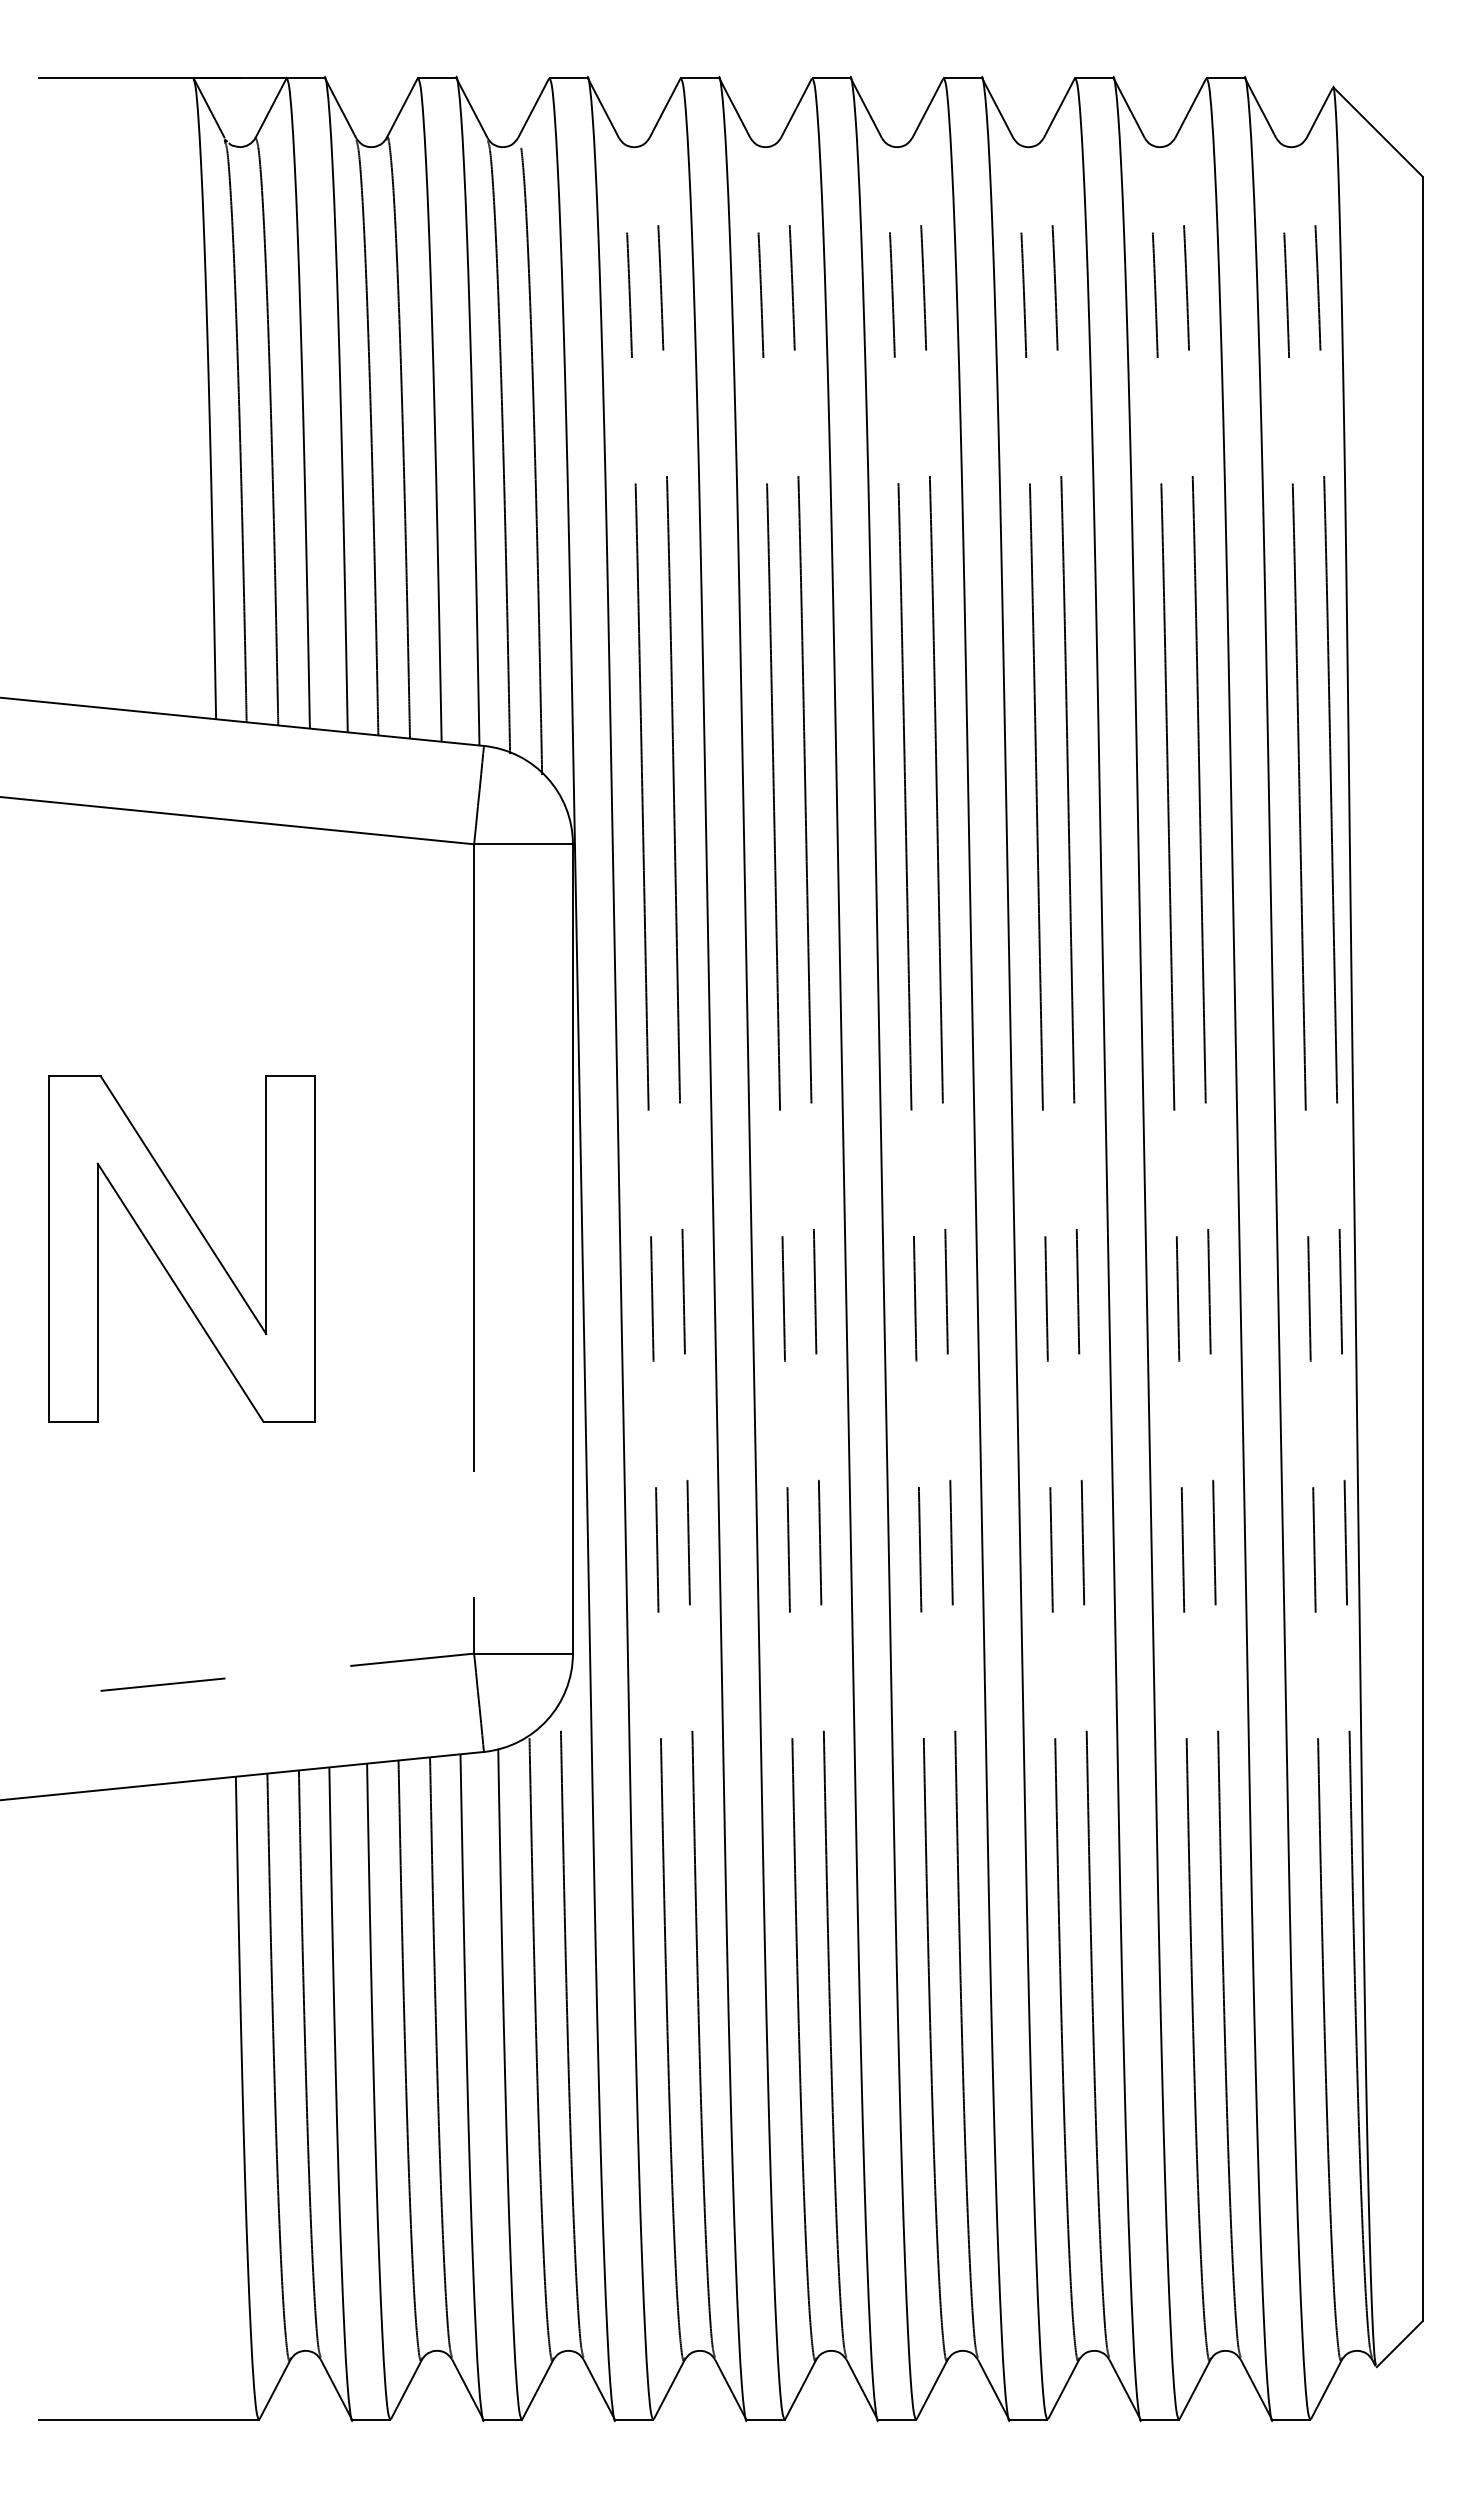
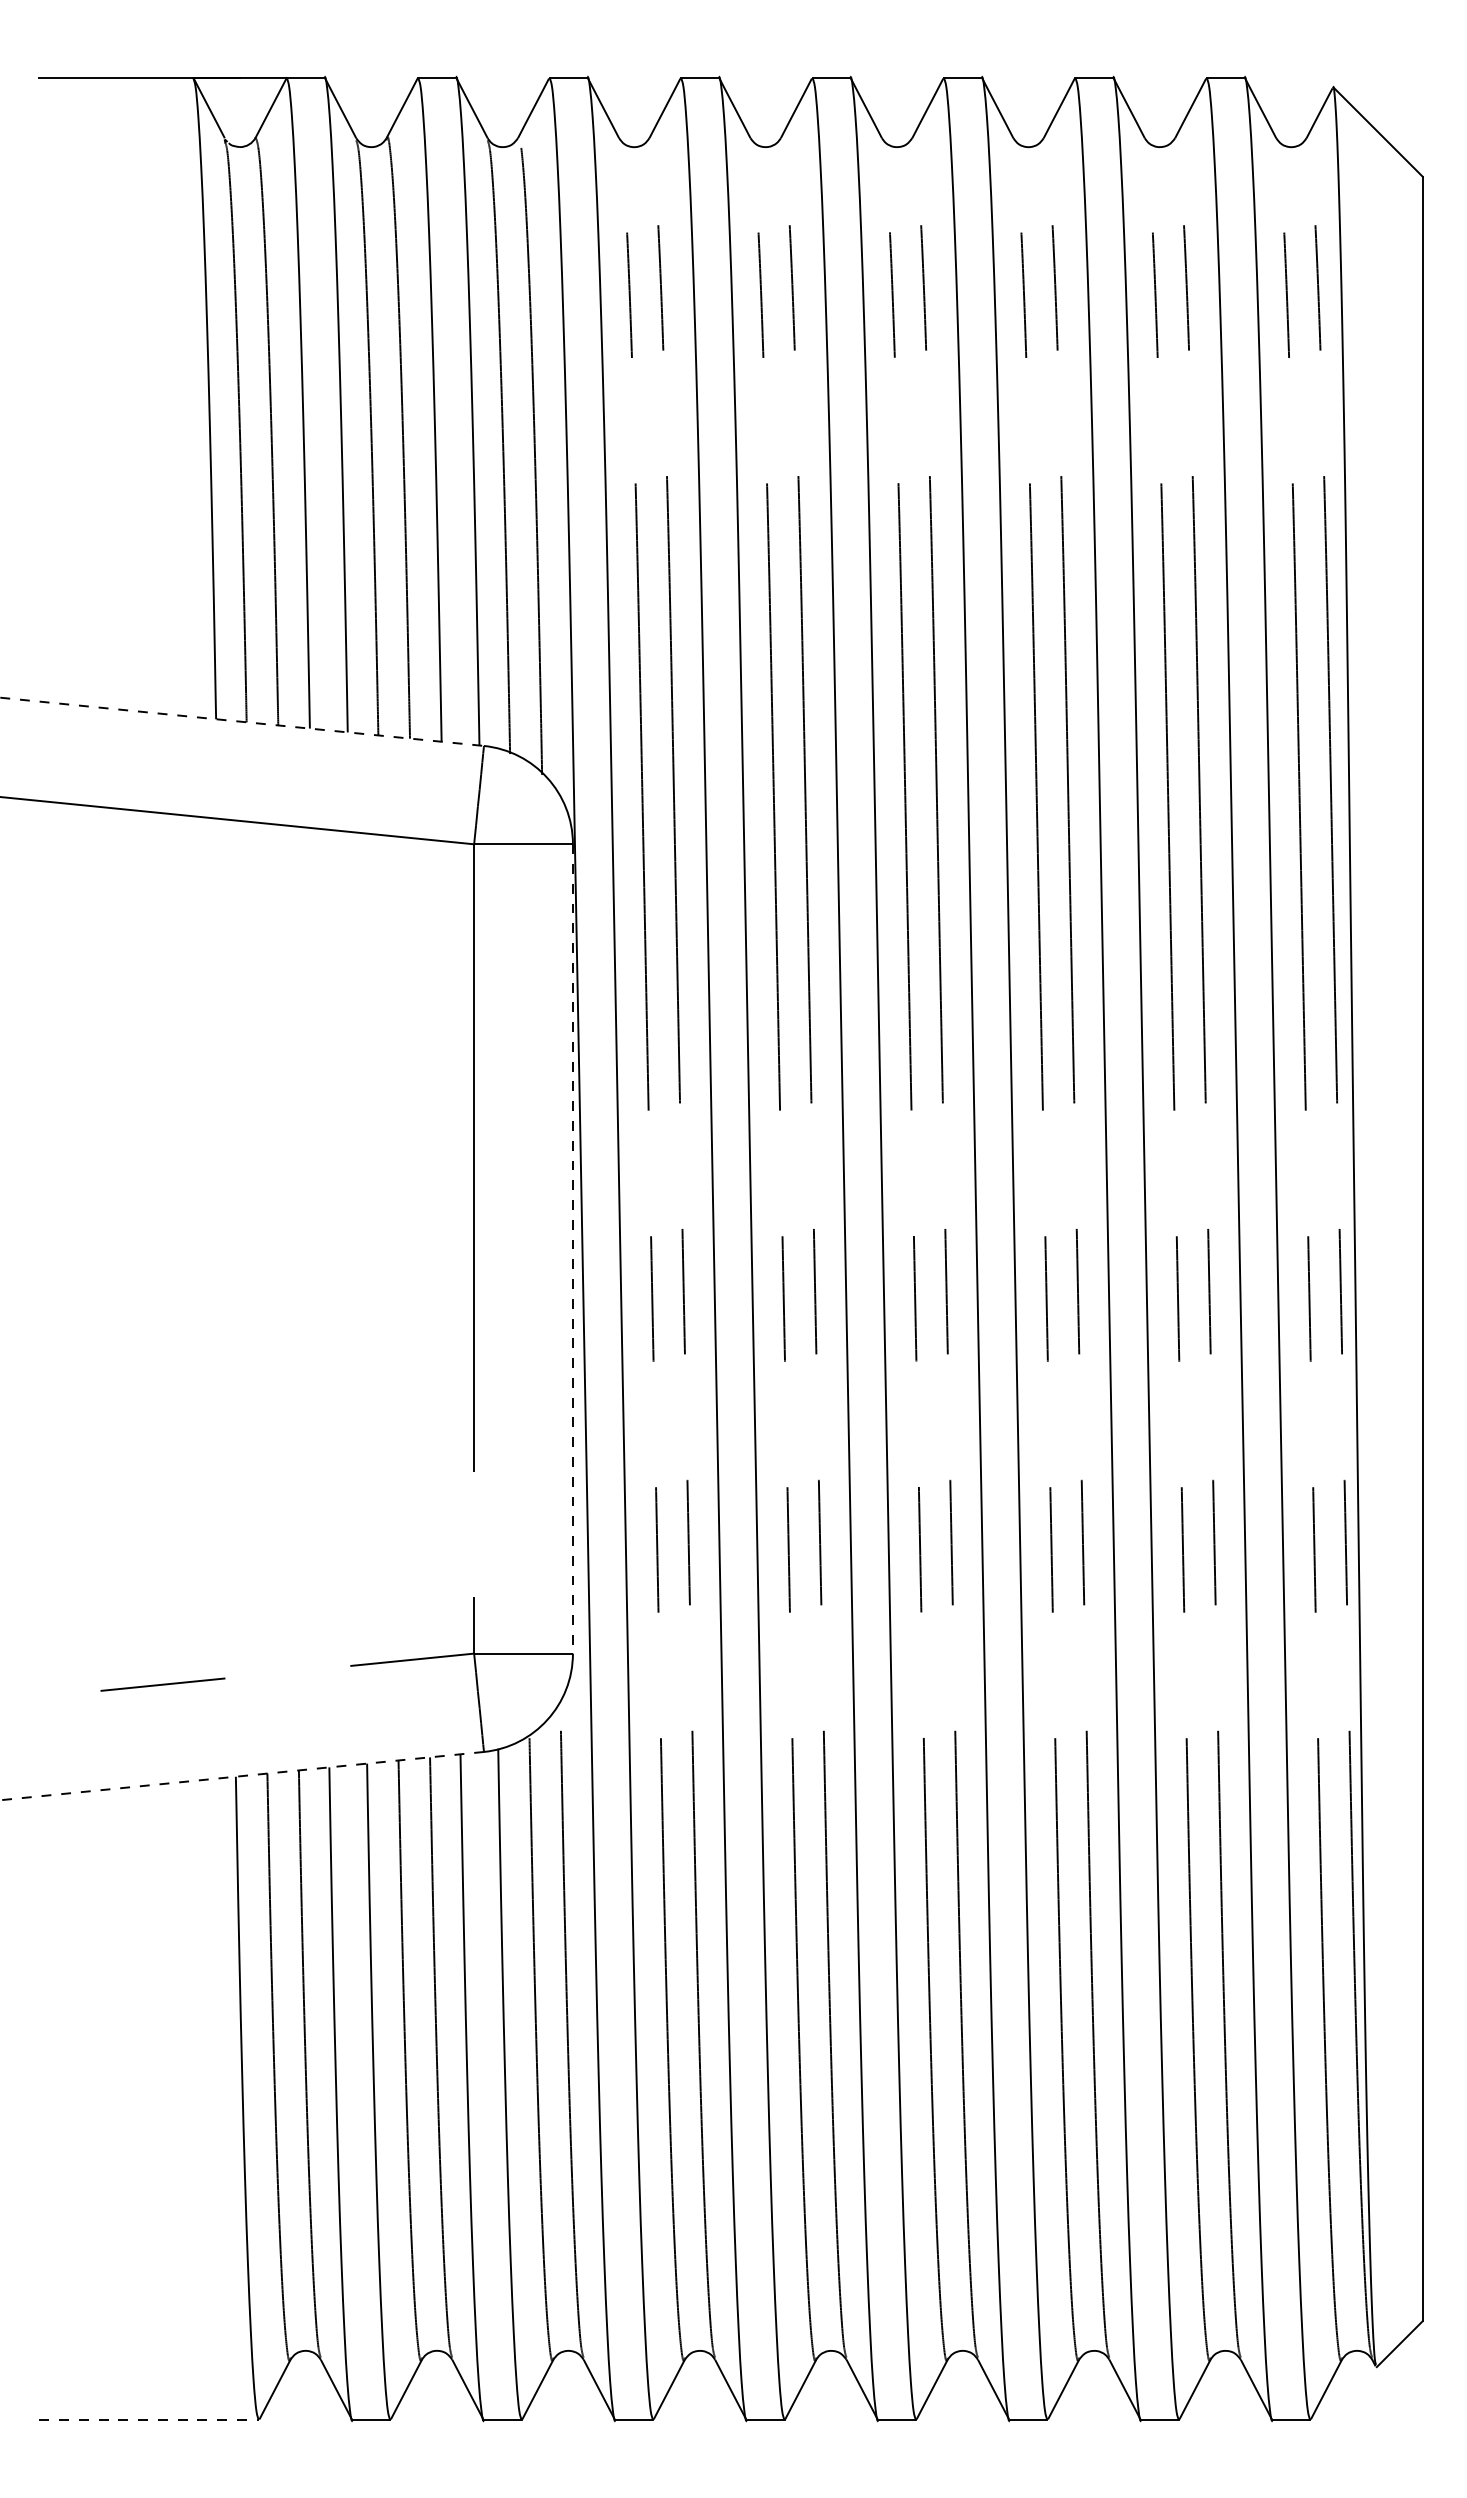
line at (242, 721): solid -> dashed
part at (181, 1248): present -> none
line at (572, 1248): solid -> dashed
line at (242, 1776): solid -> dashed
line at (149, 2419): solid -> dashed
